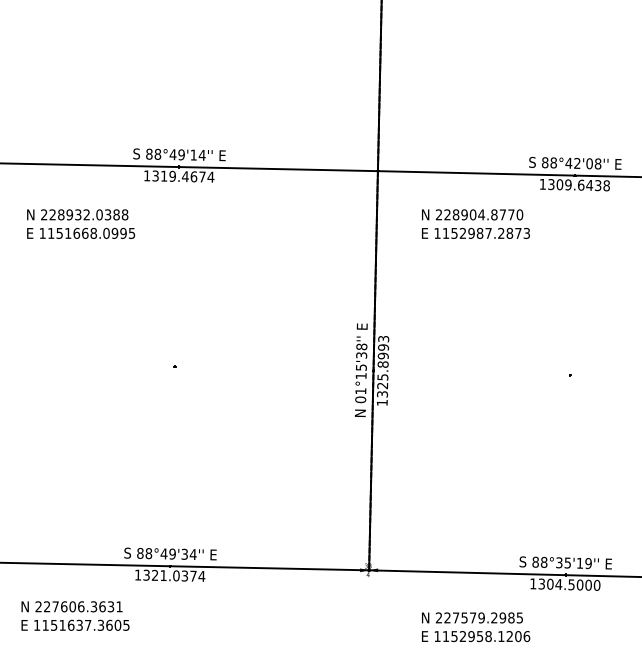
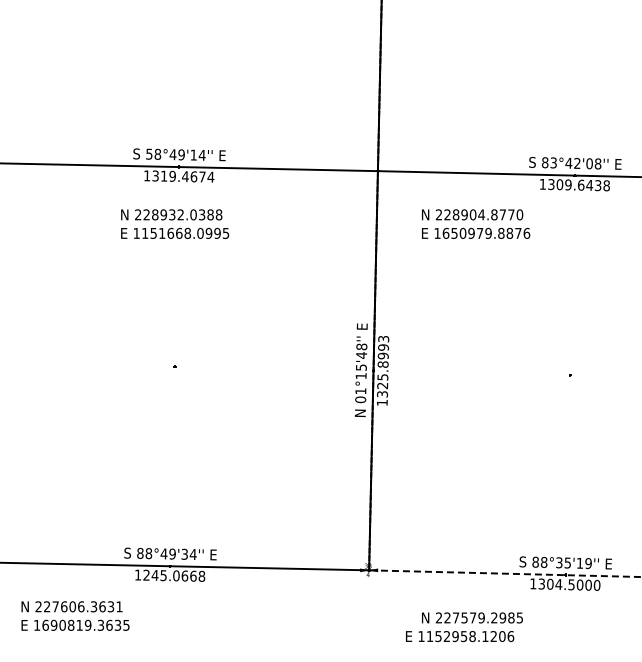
text at (149, 153): 88°49'14'' -> 58°49'14''
text at (553, 162): 88°42'08'' -> 83°42'08''
text at (81, 223) position: (81, 223) -> (175, 223)
text at (486, 232): 1152987.2873 -> 1650979.8876
text at (361, 355): 01°15'38'' -> 01°15'48''
line at (505, 573): solid -> dashed
text at (174, 575): 1321.0374 -> 1245.0668
text at (81, 624): 1151637.3605 -> 1690819.3635
text at (476, 636) position: (476, 636) -> (460, 636)
